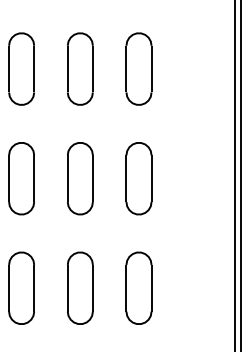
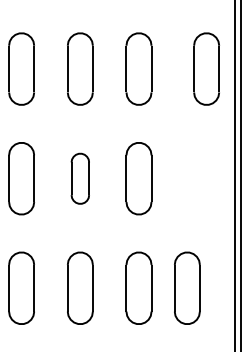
part at (206, 68): none -> present
part at (80, 178) size: 27x74 px -> 20x53 px
part at (187, 287): none -> present
